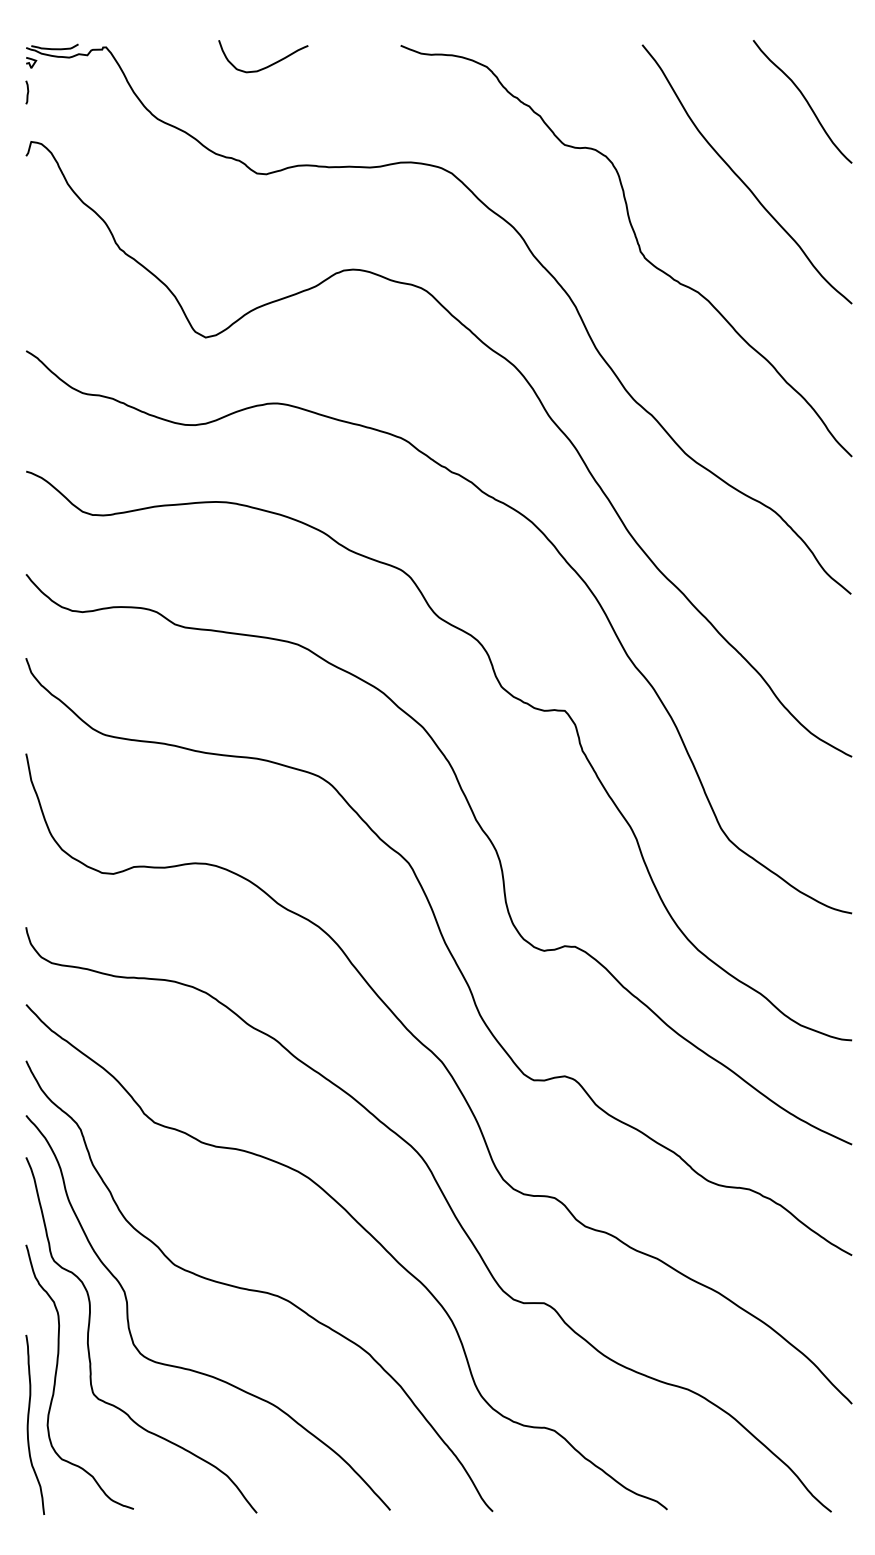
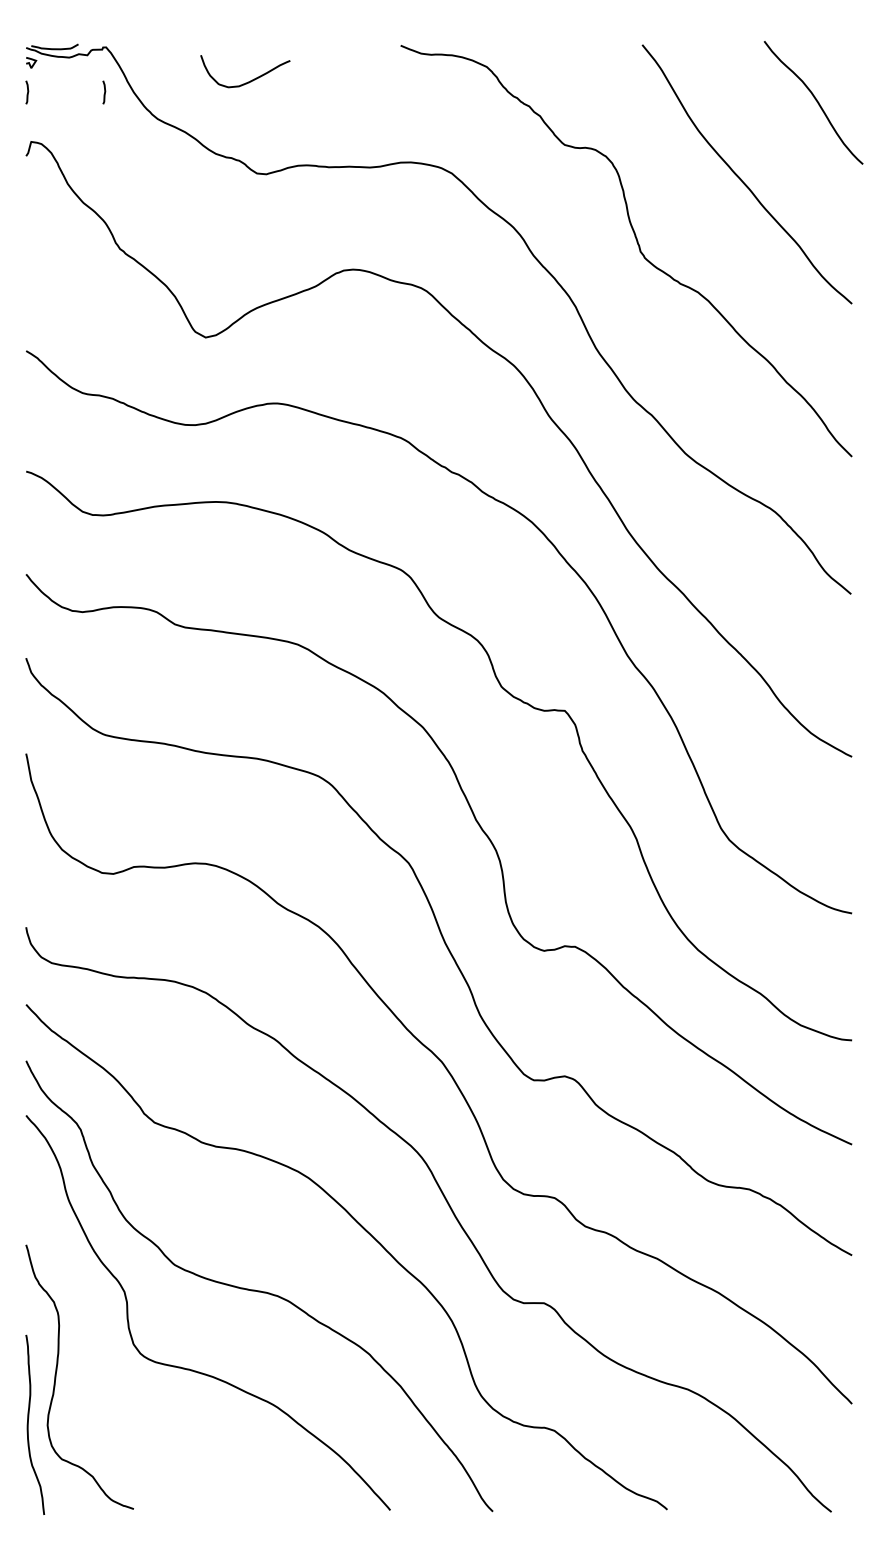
curve at (268, 65) position: (268, 65) -> (250, 80)
curve at (104, 92): none -> present
curve at (804, 99) position: (804, 99) -> (815, 100)
curve at (89, 1332): present -> none
